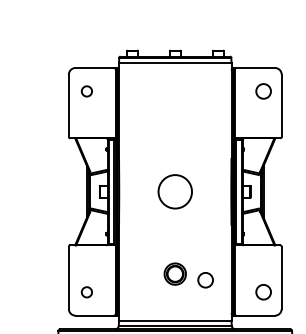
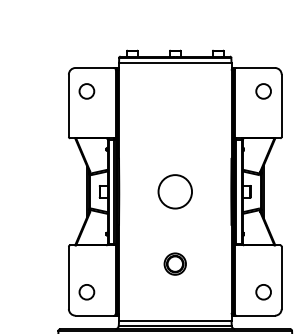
circle at (86, 91) size: 13x13 px -> 18x17 px
part at (174, 273) position: (174, 273) -> (174, 263)
circle at (205, 280): present -> none
circle at (86, 292) size: 13x13 px -> 18x17 px
